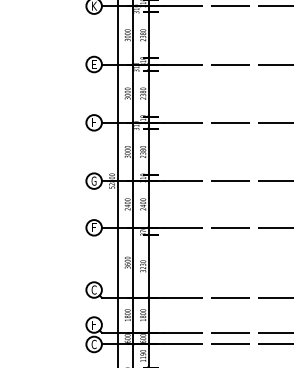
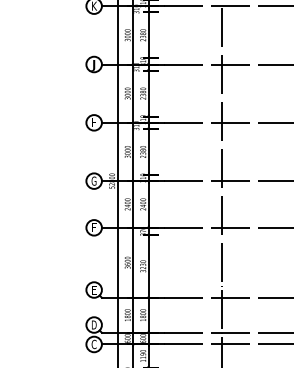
text at (93, 65): E -> J
line at (222, 183): none -> present
text at (93, 289): C -> E
text at (94, 324): H -> D
